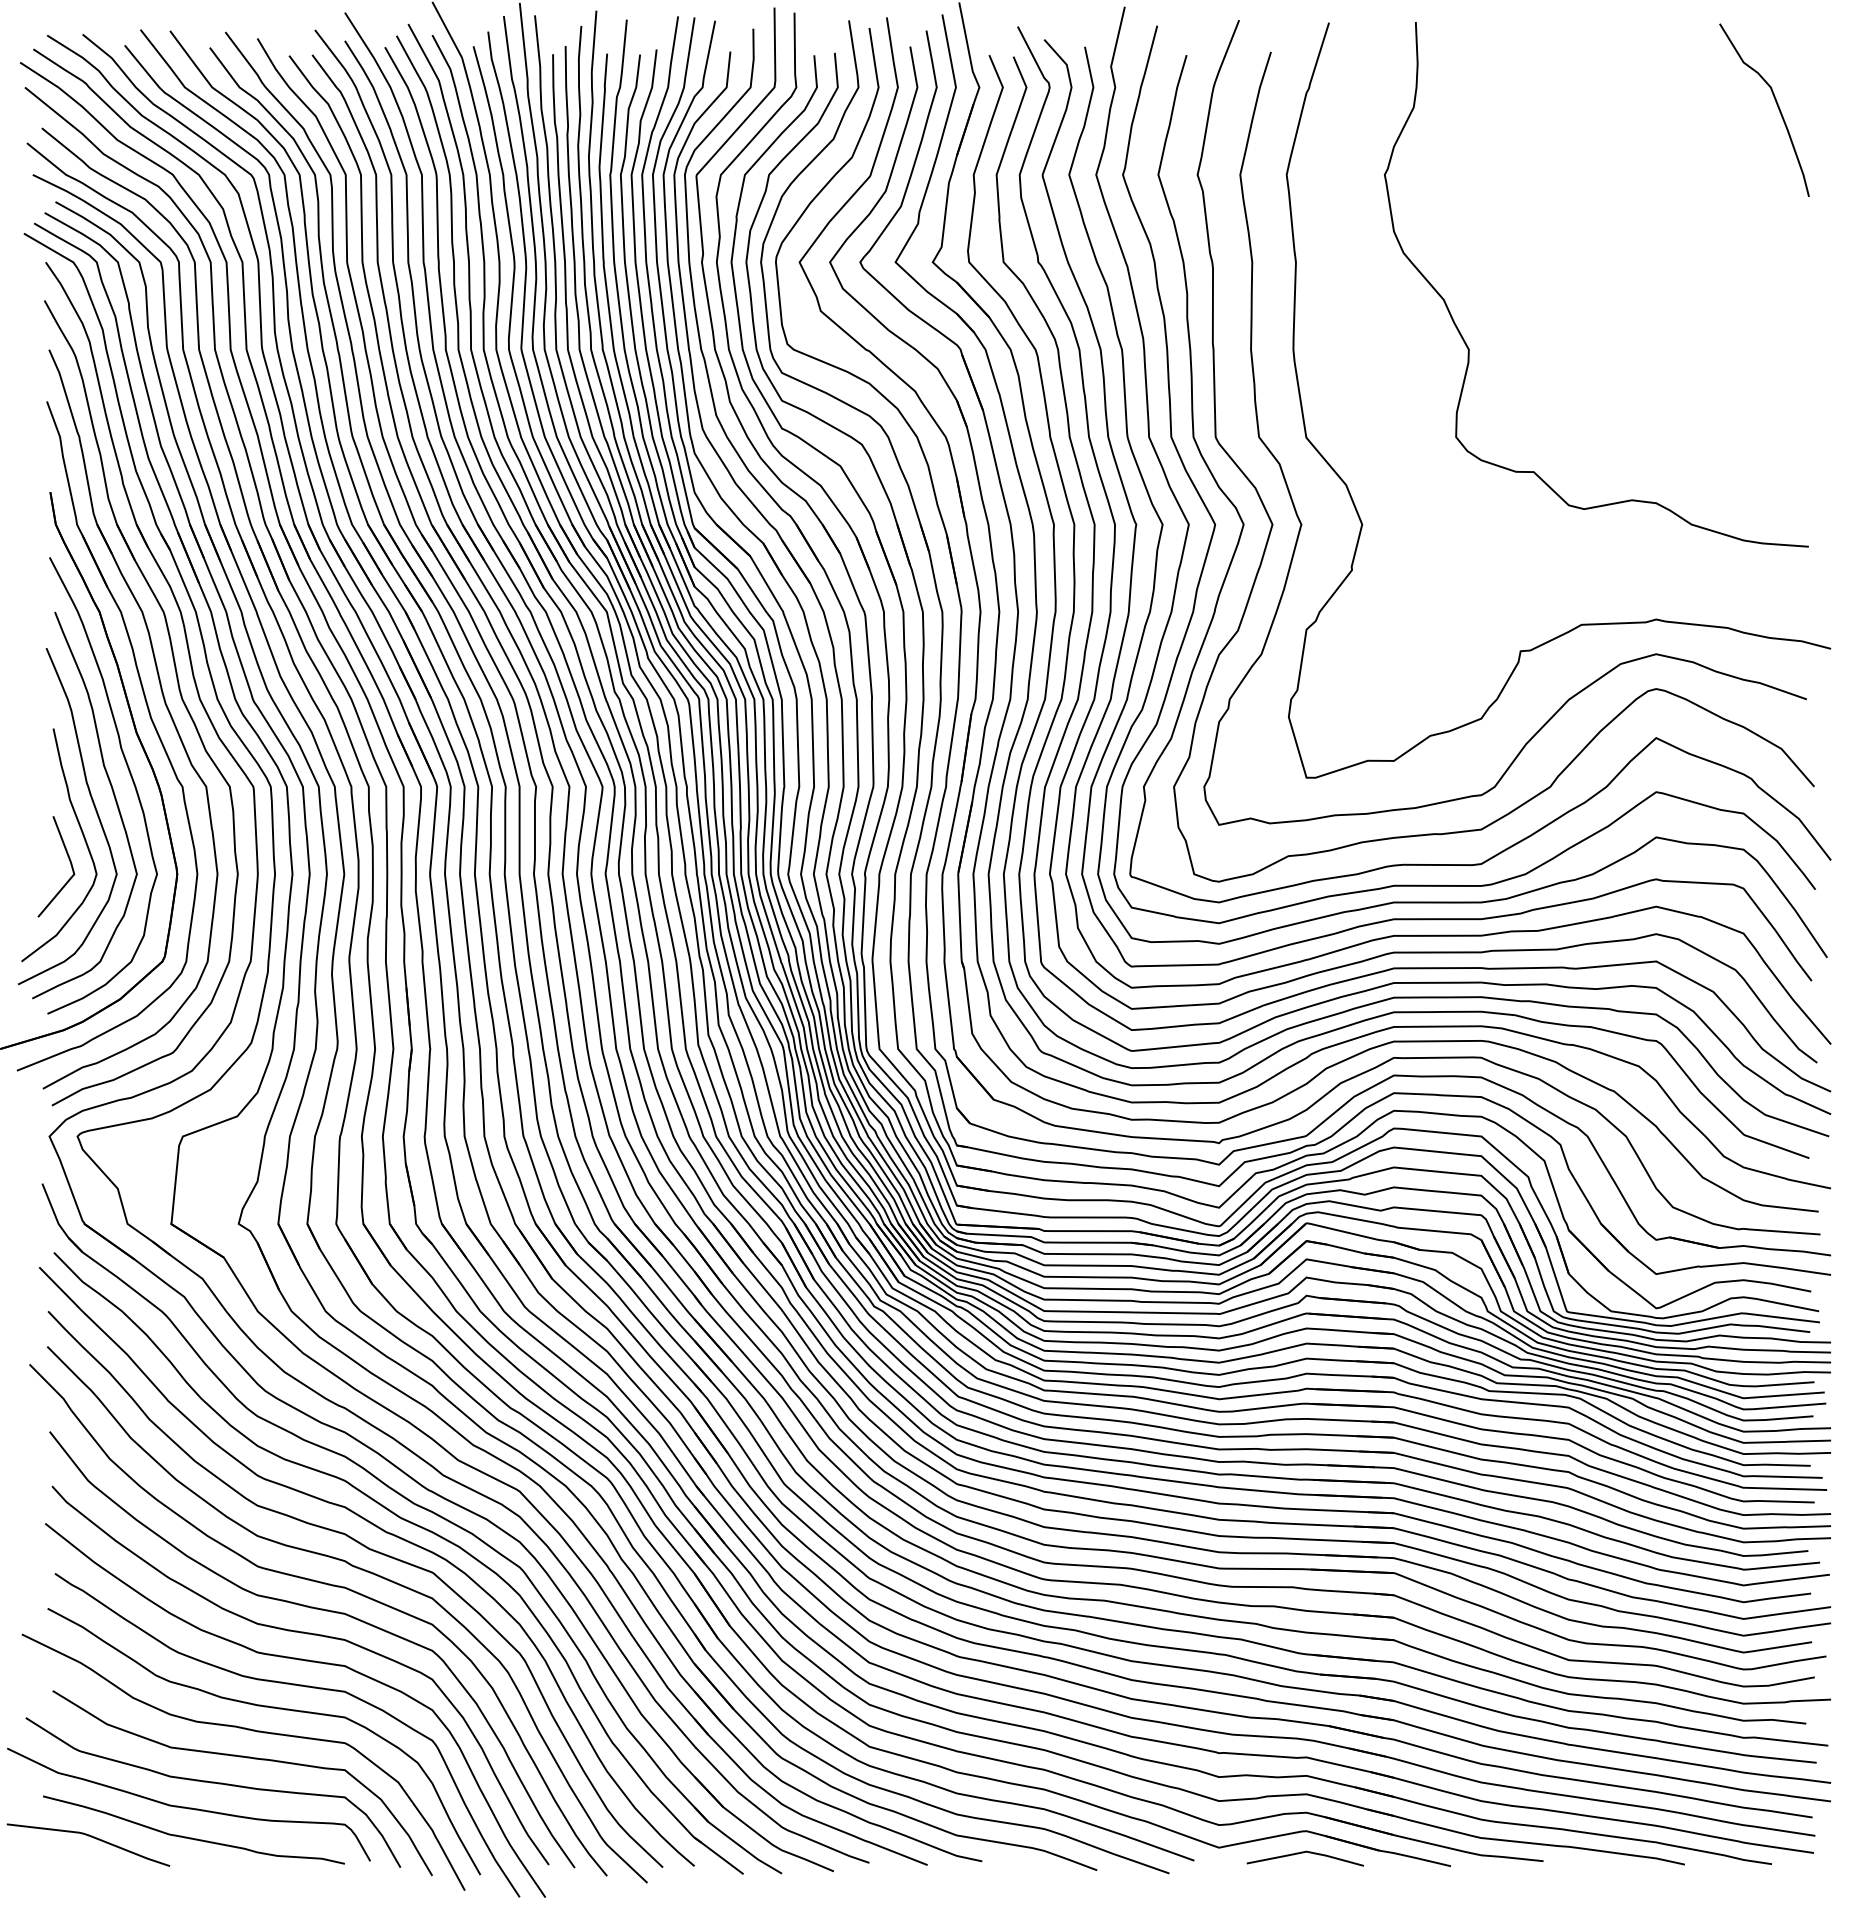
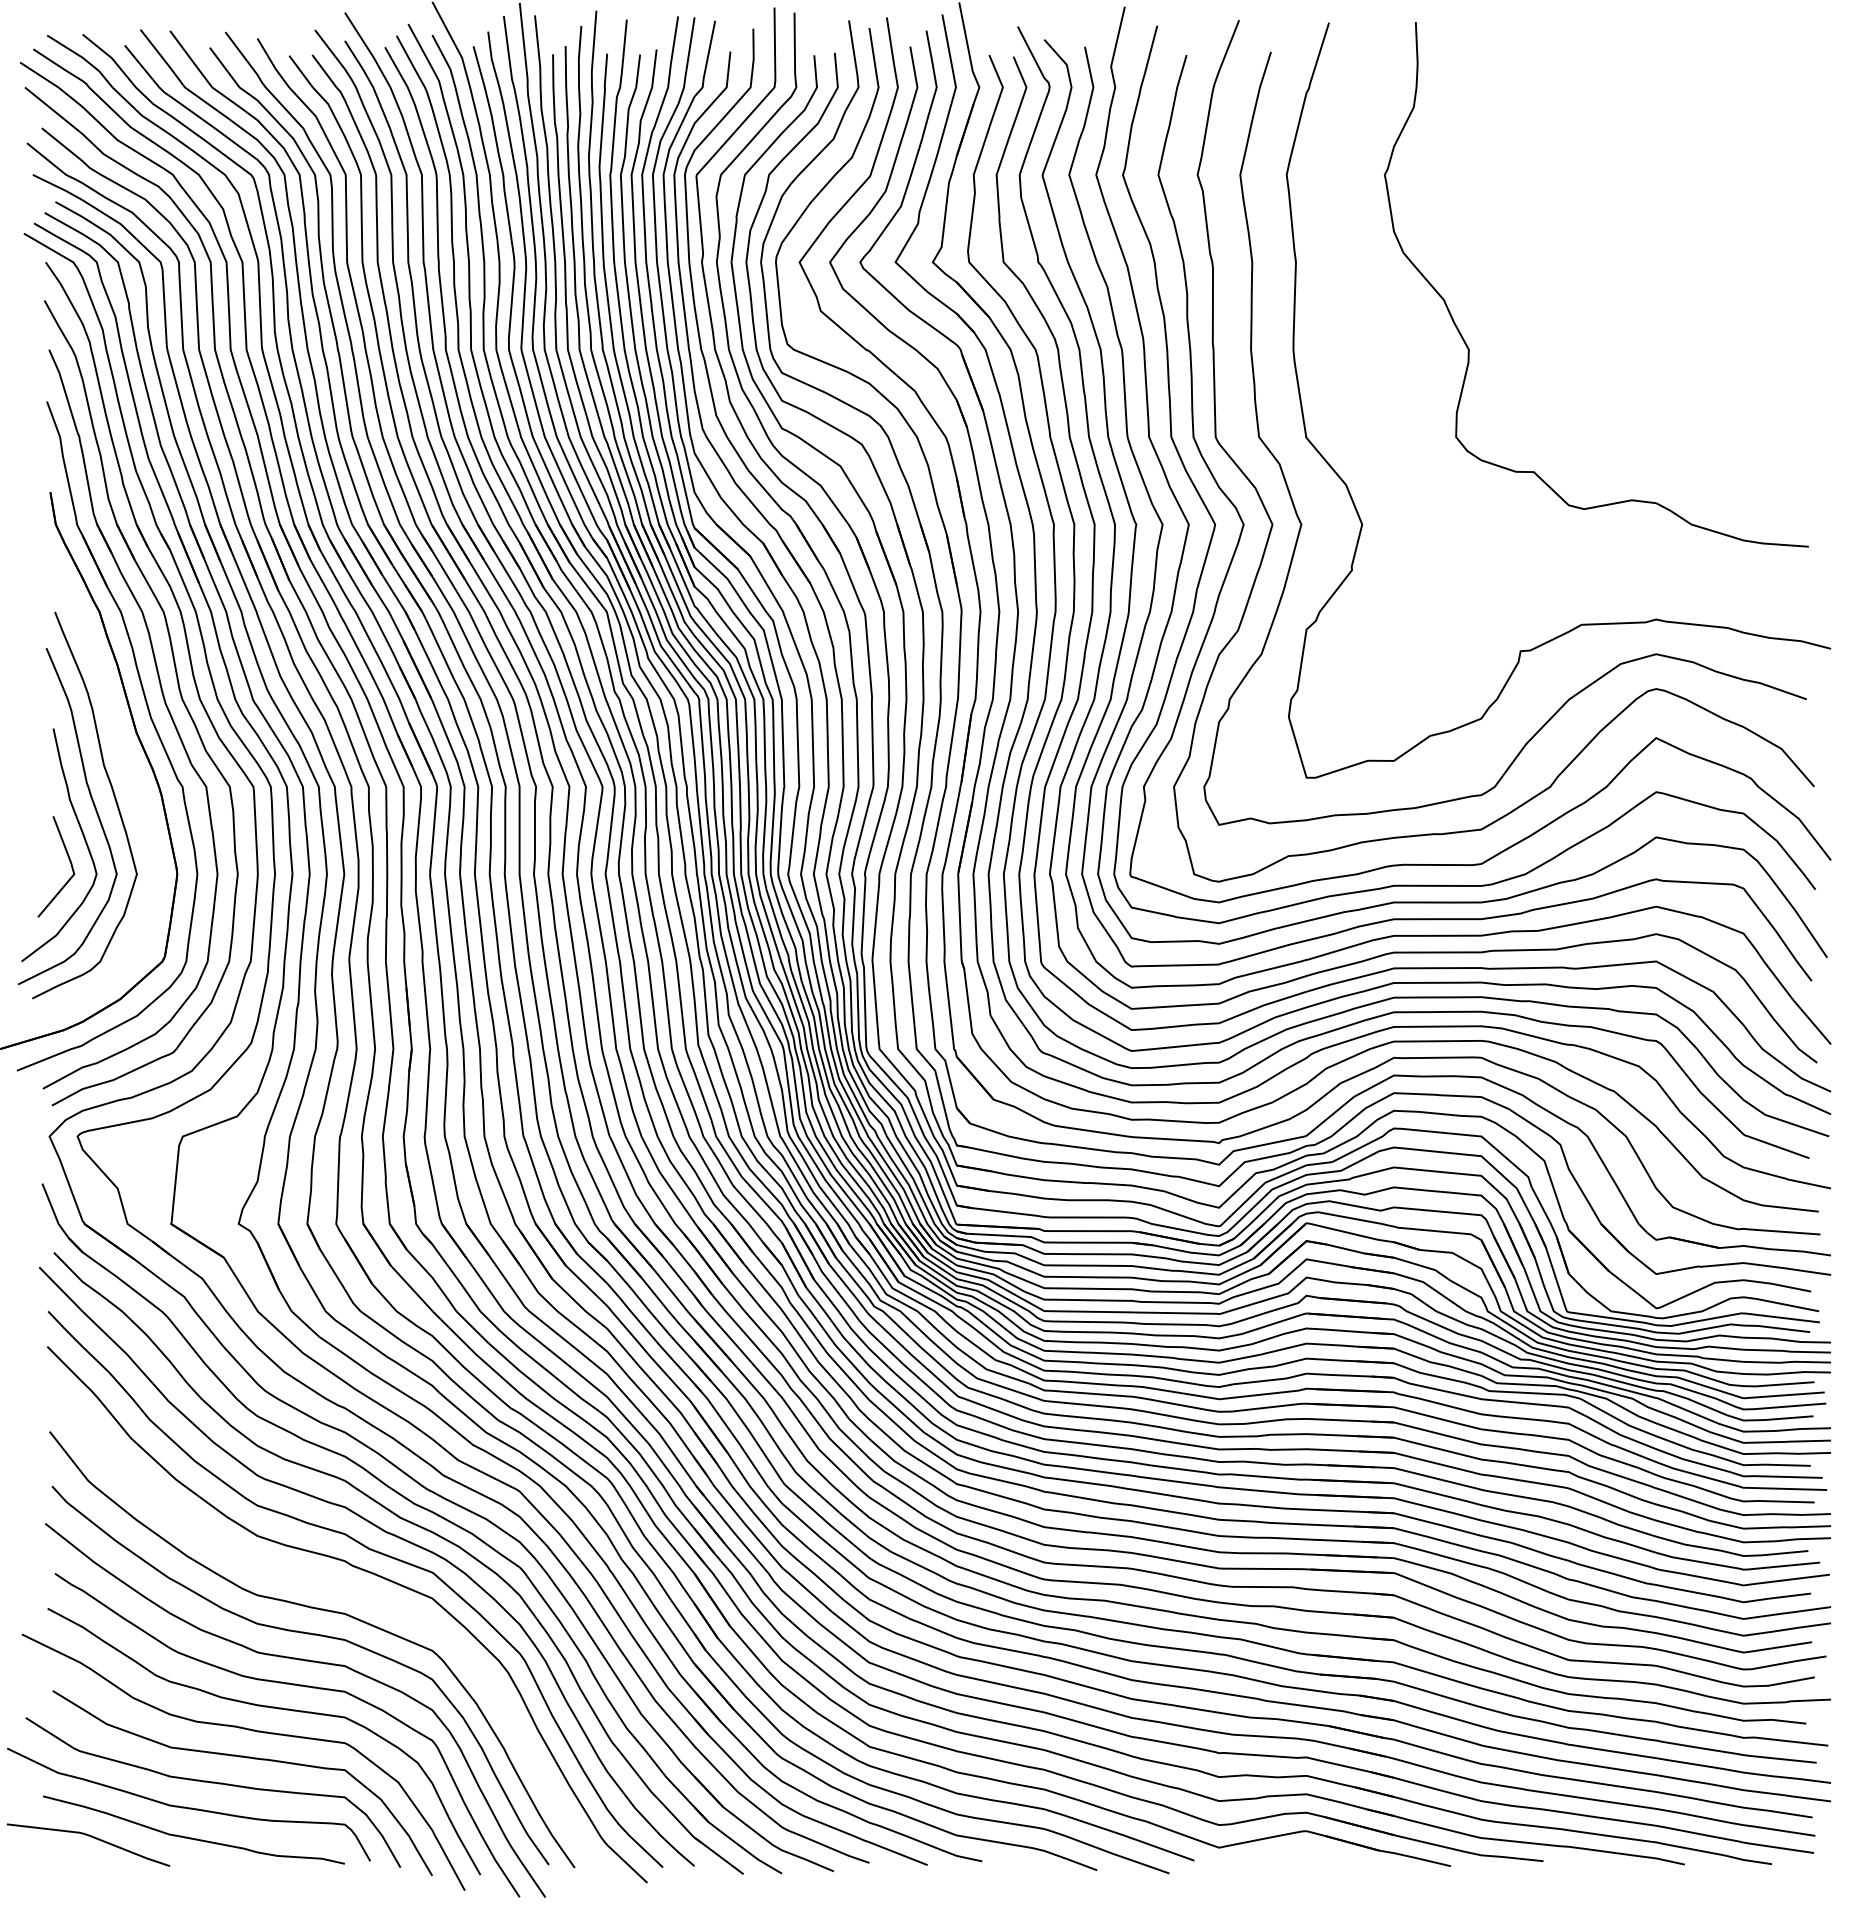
curve at (1776, 104): present -> none
curve at (130, 776): present -> none
curve at (328, 1585): present -> none
line at (1303, 1853): present -> none
